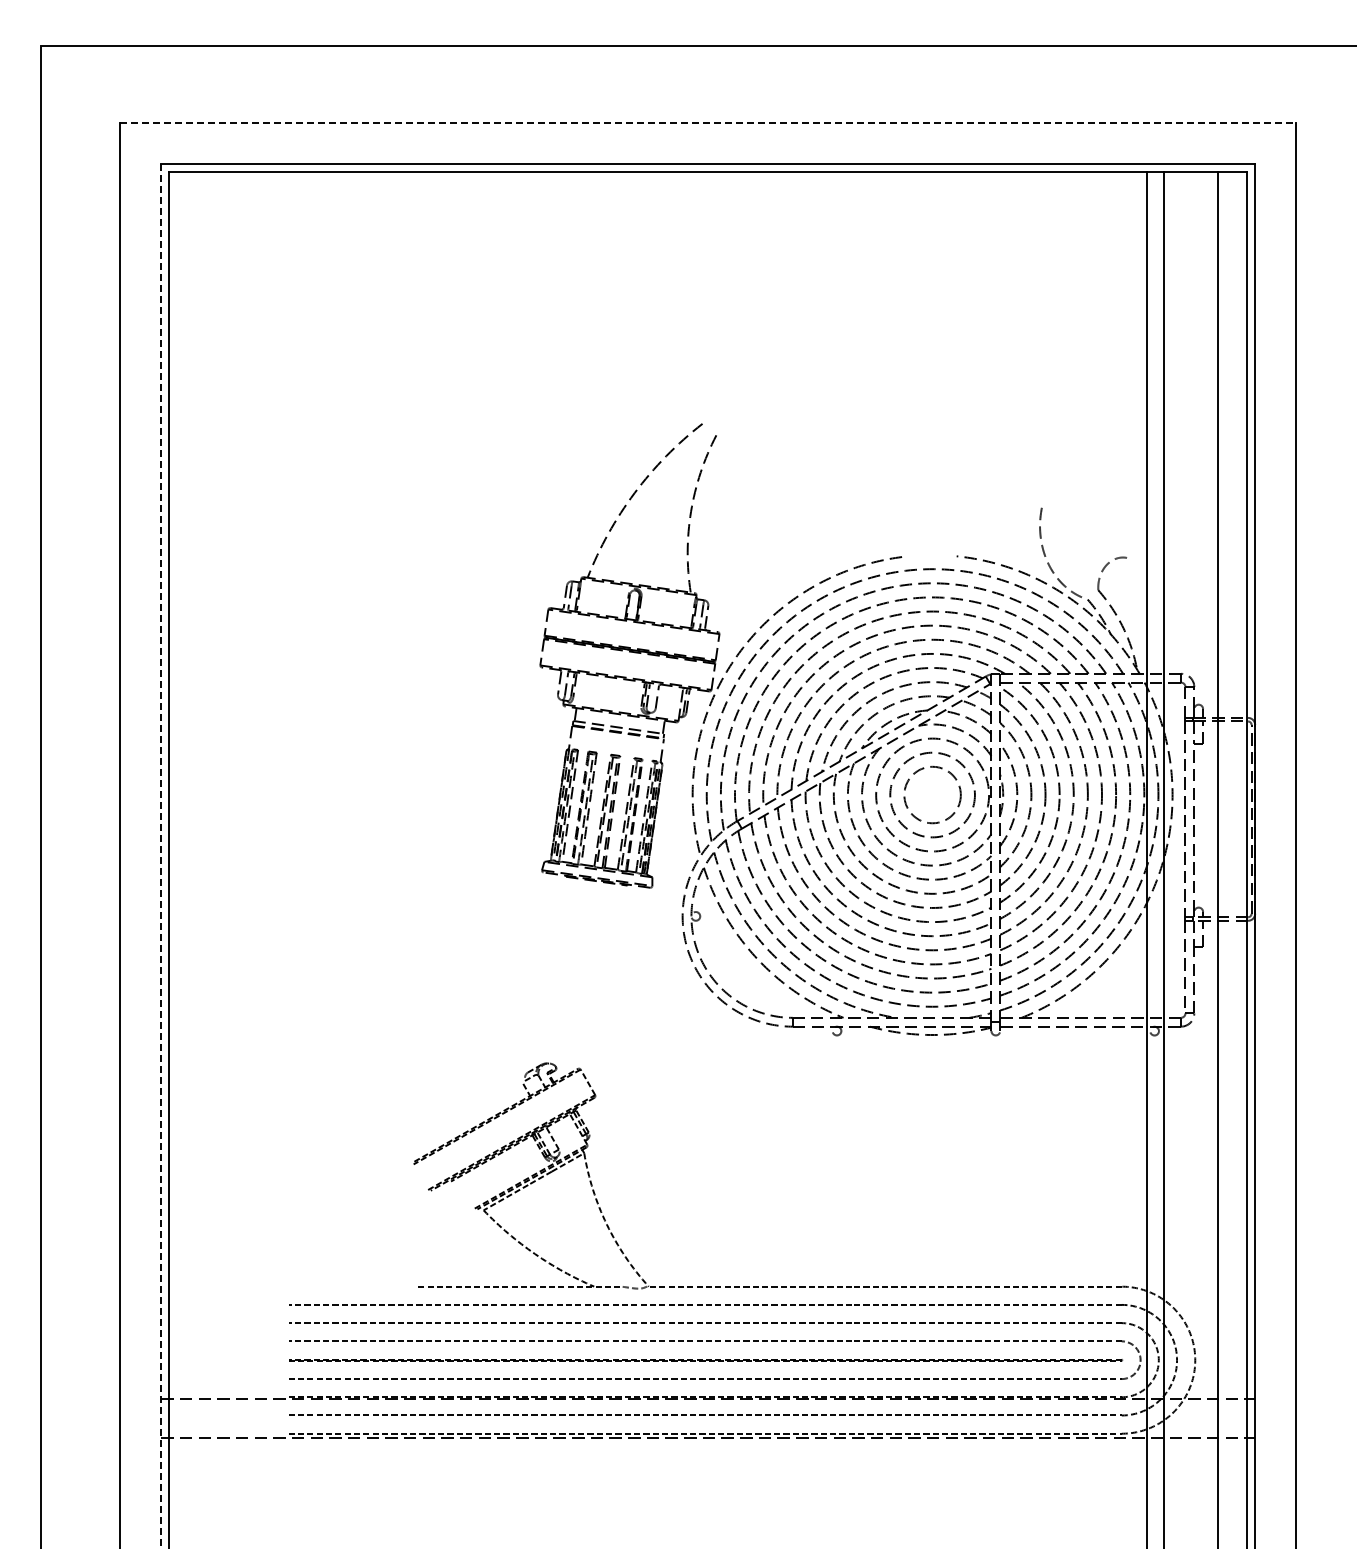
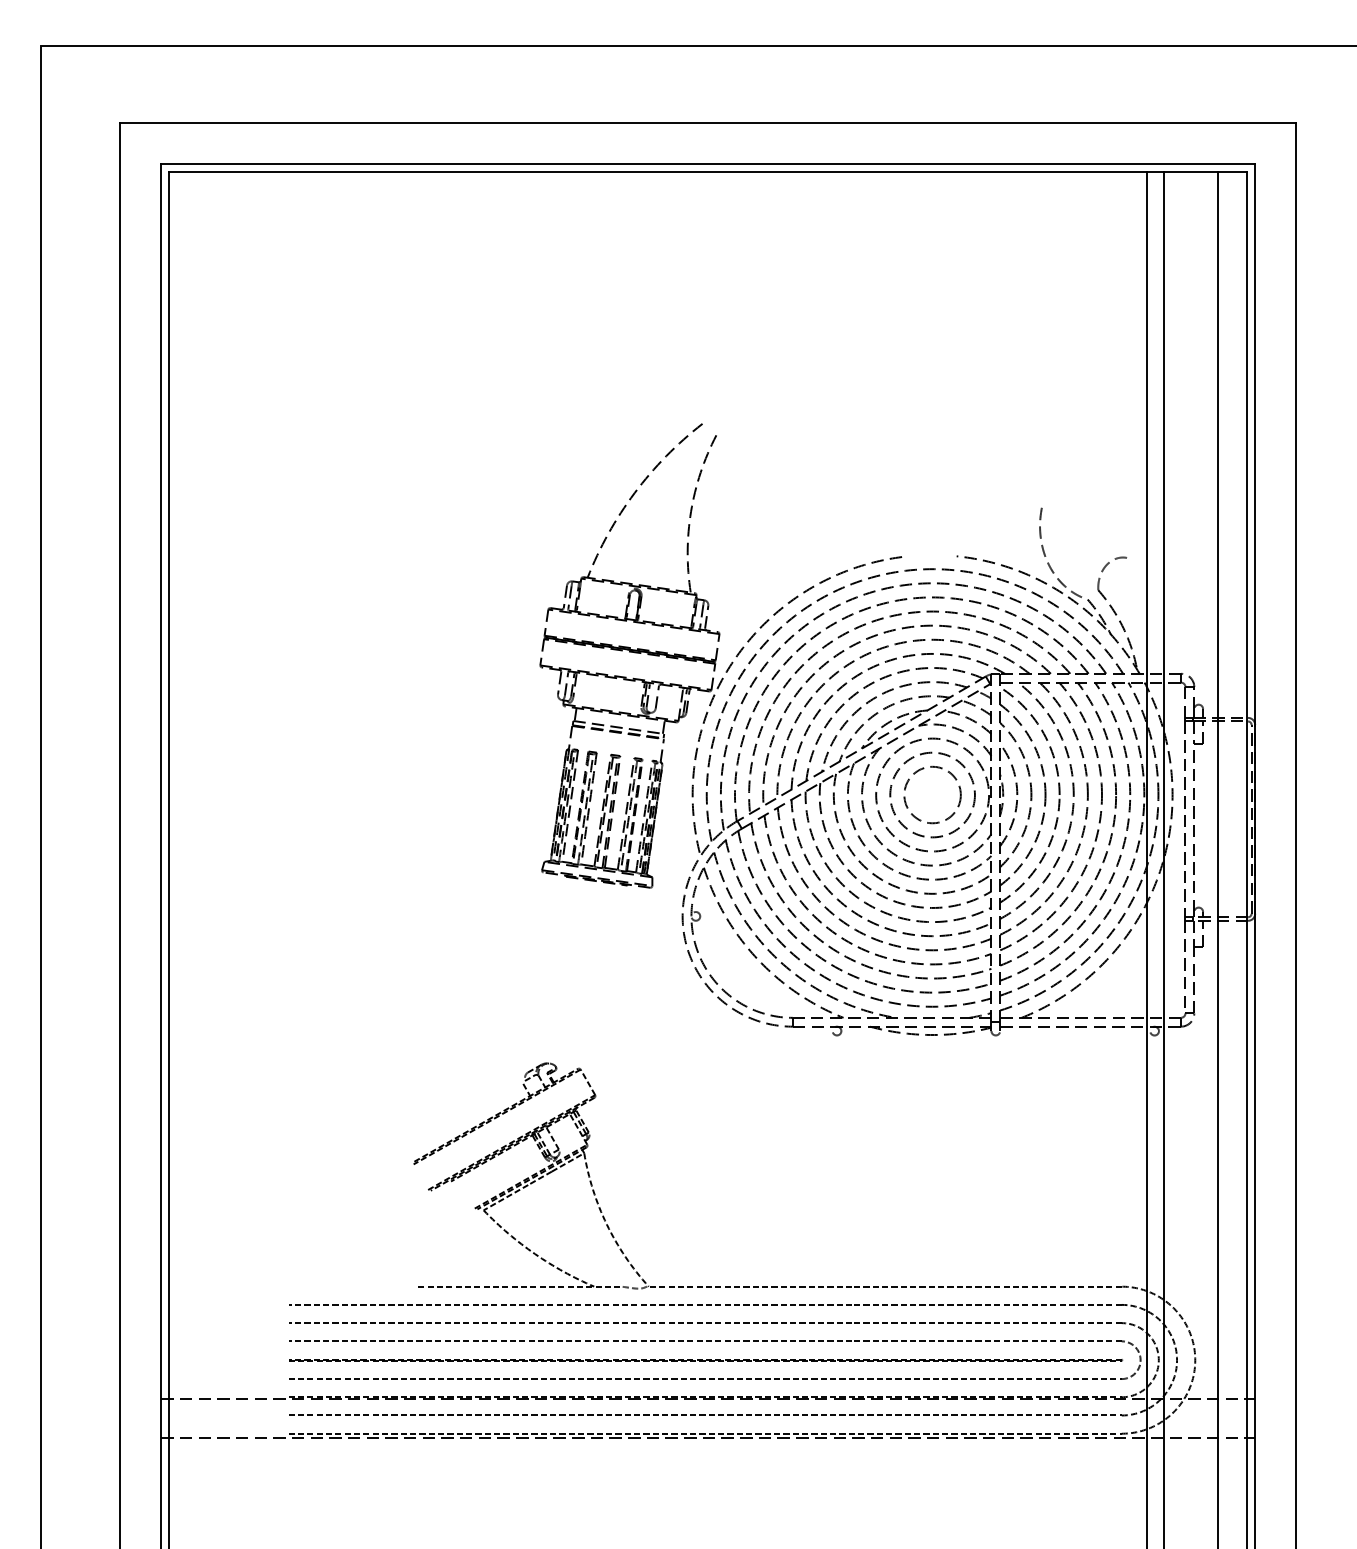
line at (708, 122): dashed -> solid
line at (161, 856): dashed -> solid
